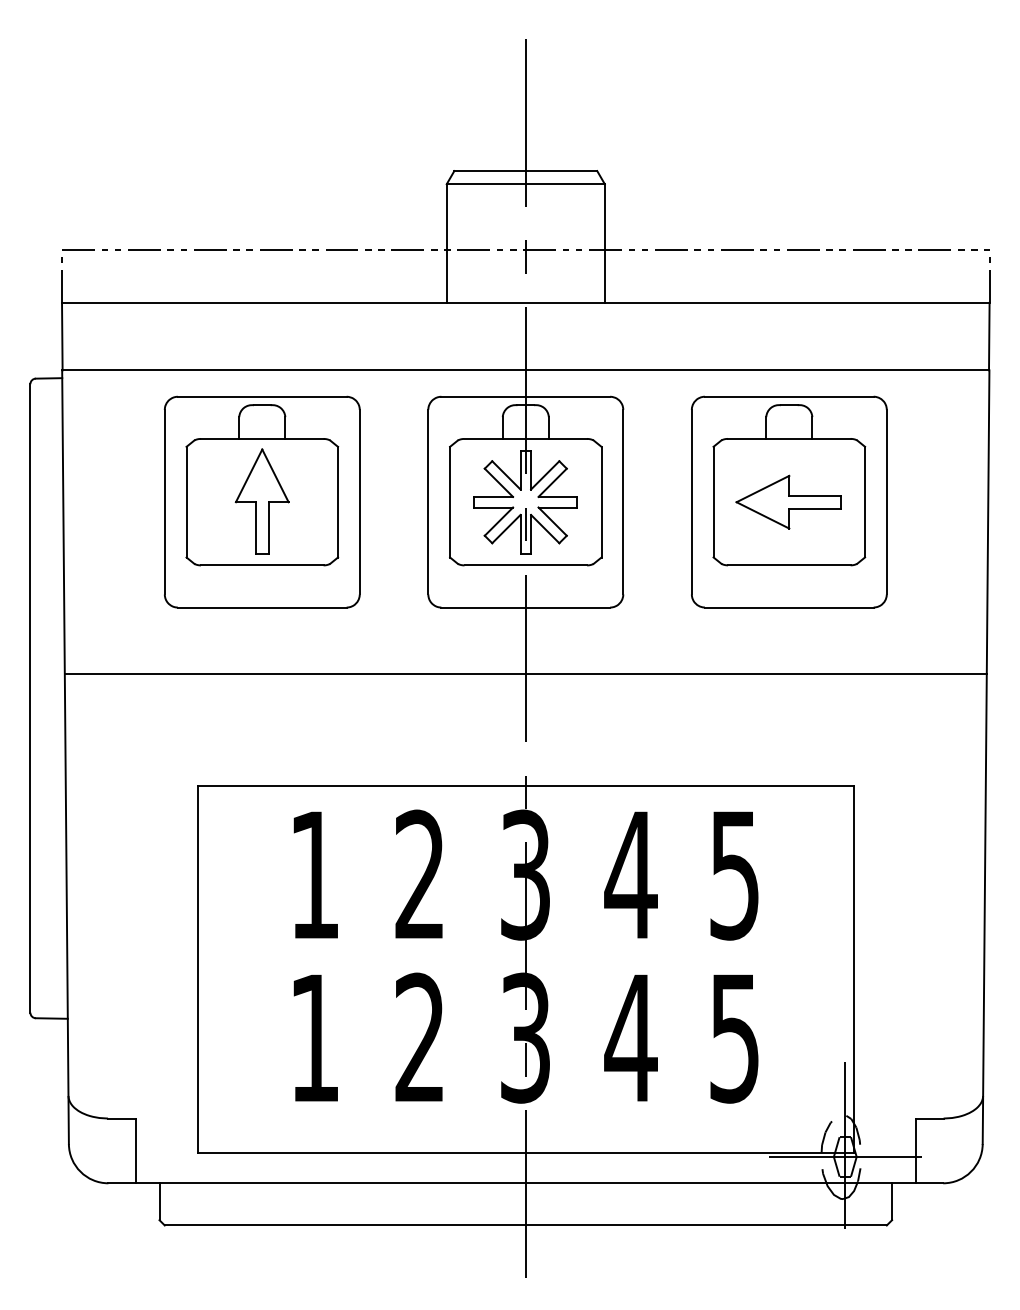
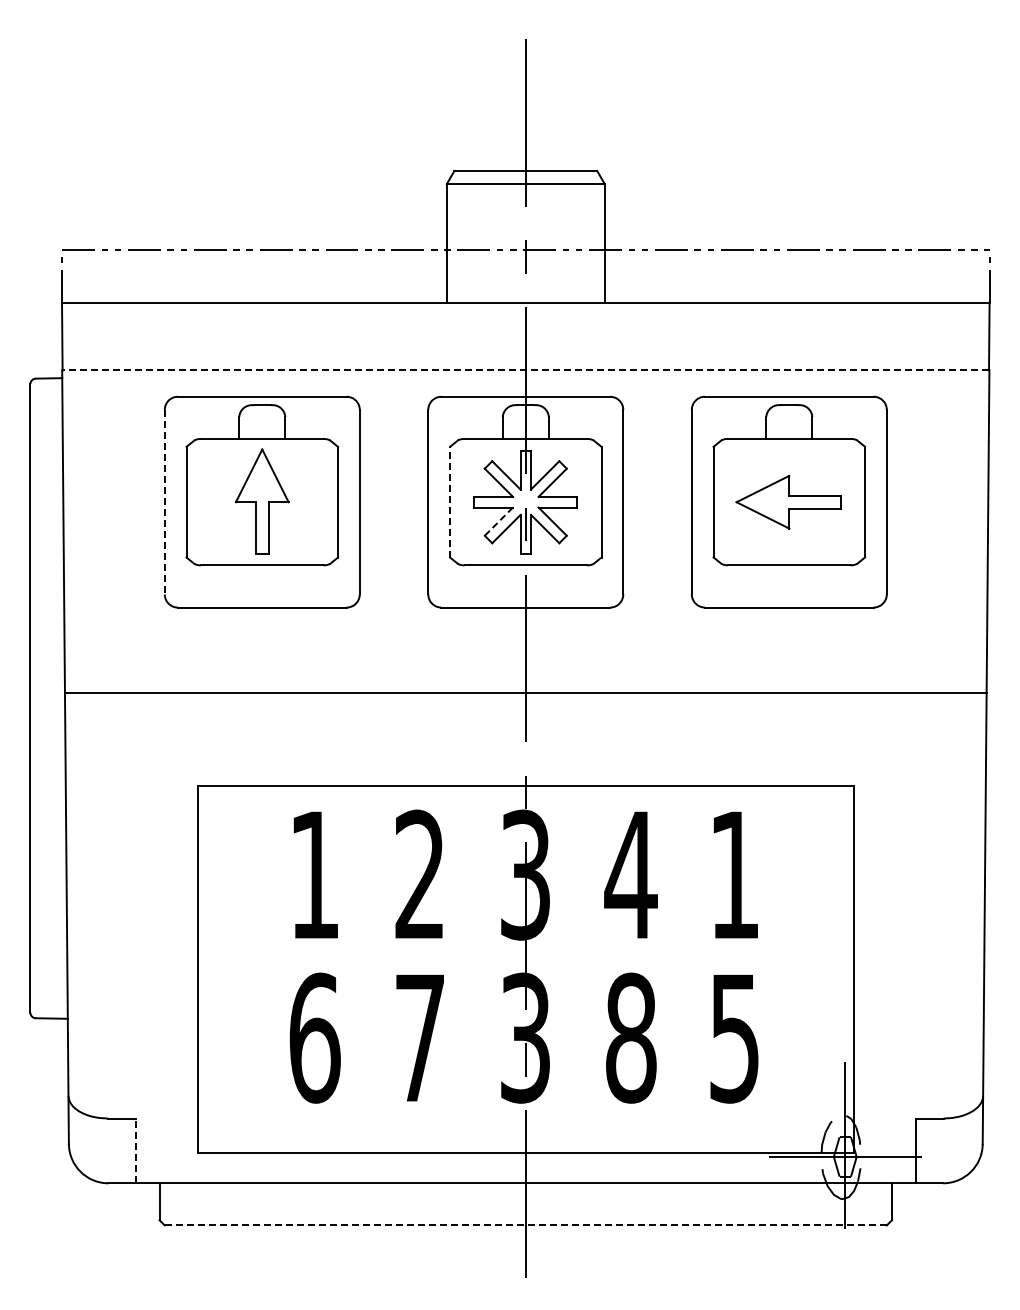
line at (525, 370): solid -> dashed
line at (450, 501): solid -> dashed
line at (164, 502): solid -> dashed
line at (498, 521): solid -> dashed
line at (525, 674) position: (525, 674) -> (525, 693)
text at (734, 875): 5 -> 1
text at (419, 1036): 2 -> 7
text at (314, 1037): 1 -> 6
text at (630, 1037): 4 -> 8
line at (135, 1150): solid -> dashed
line at (526, 1225): solid -> dashed
